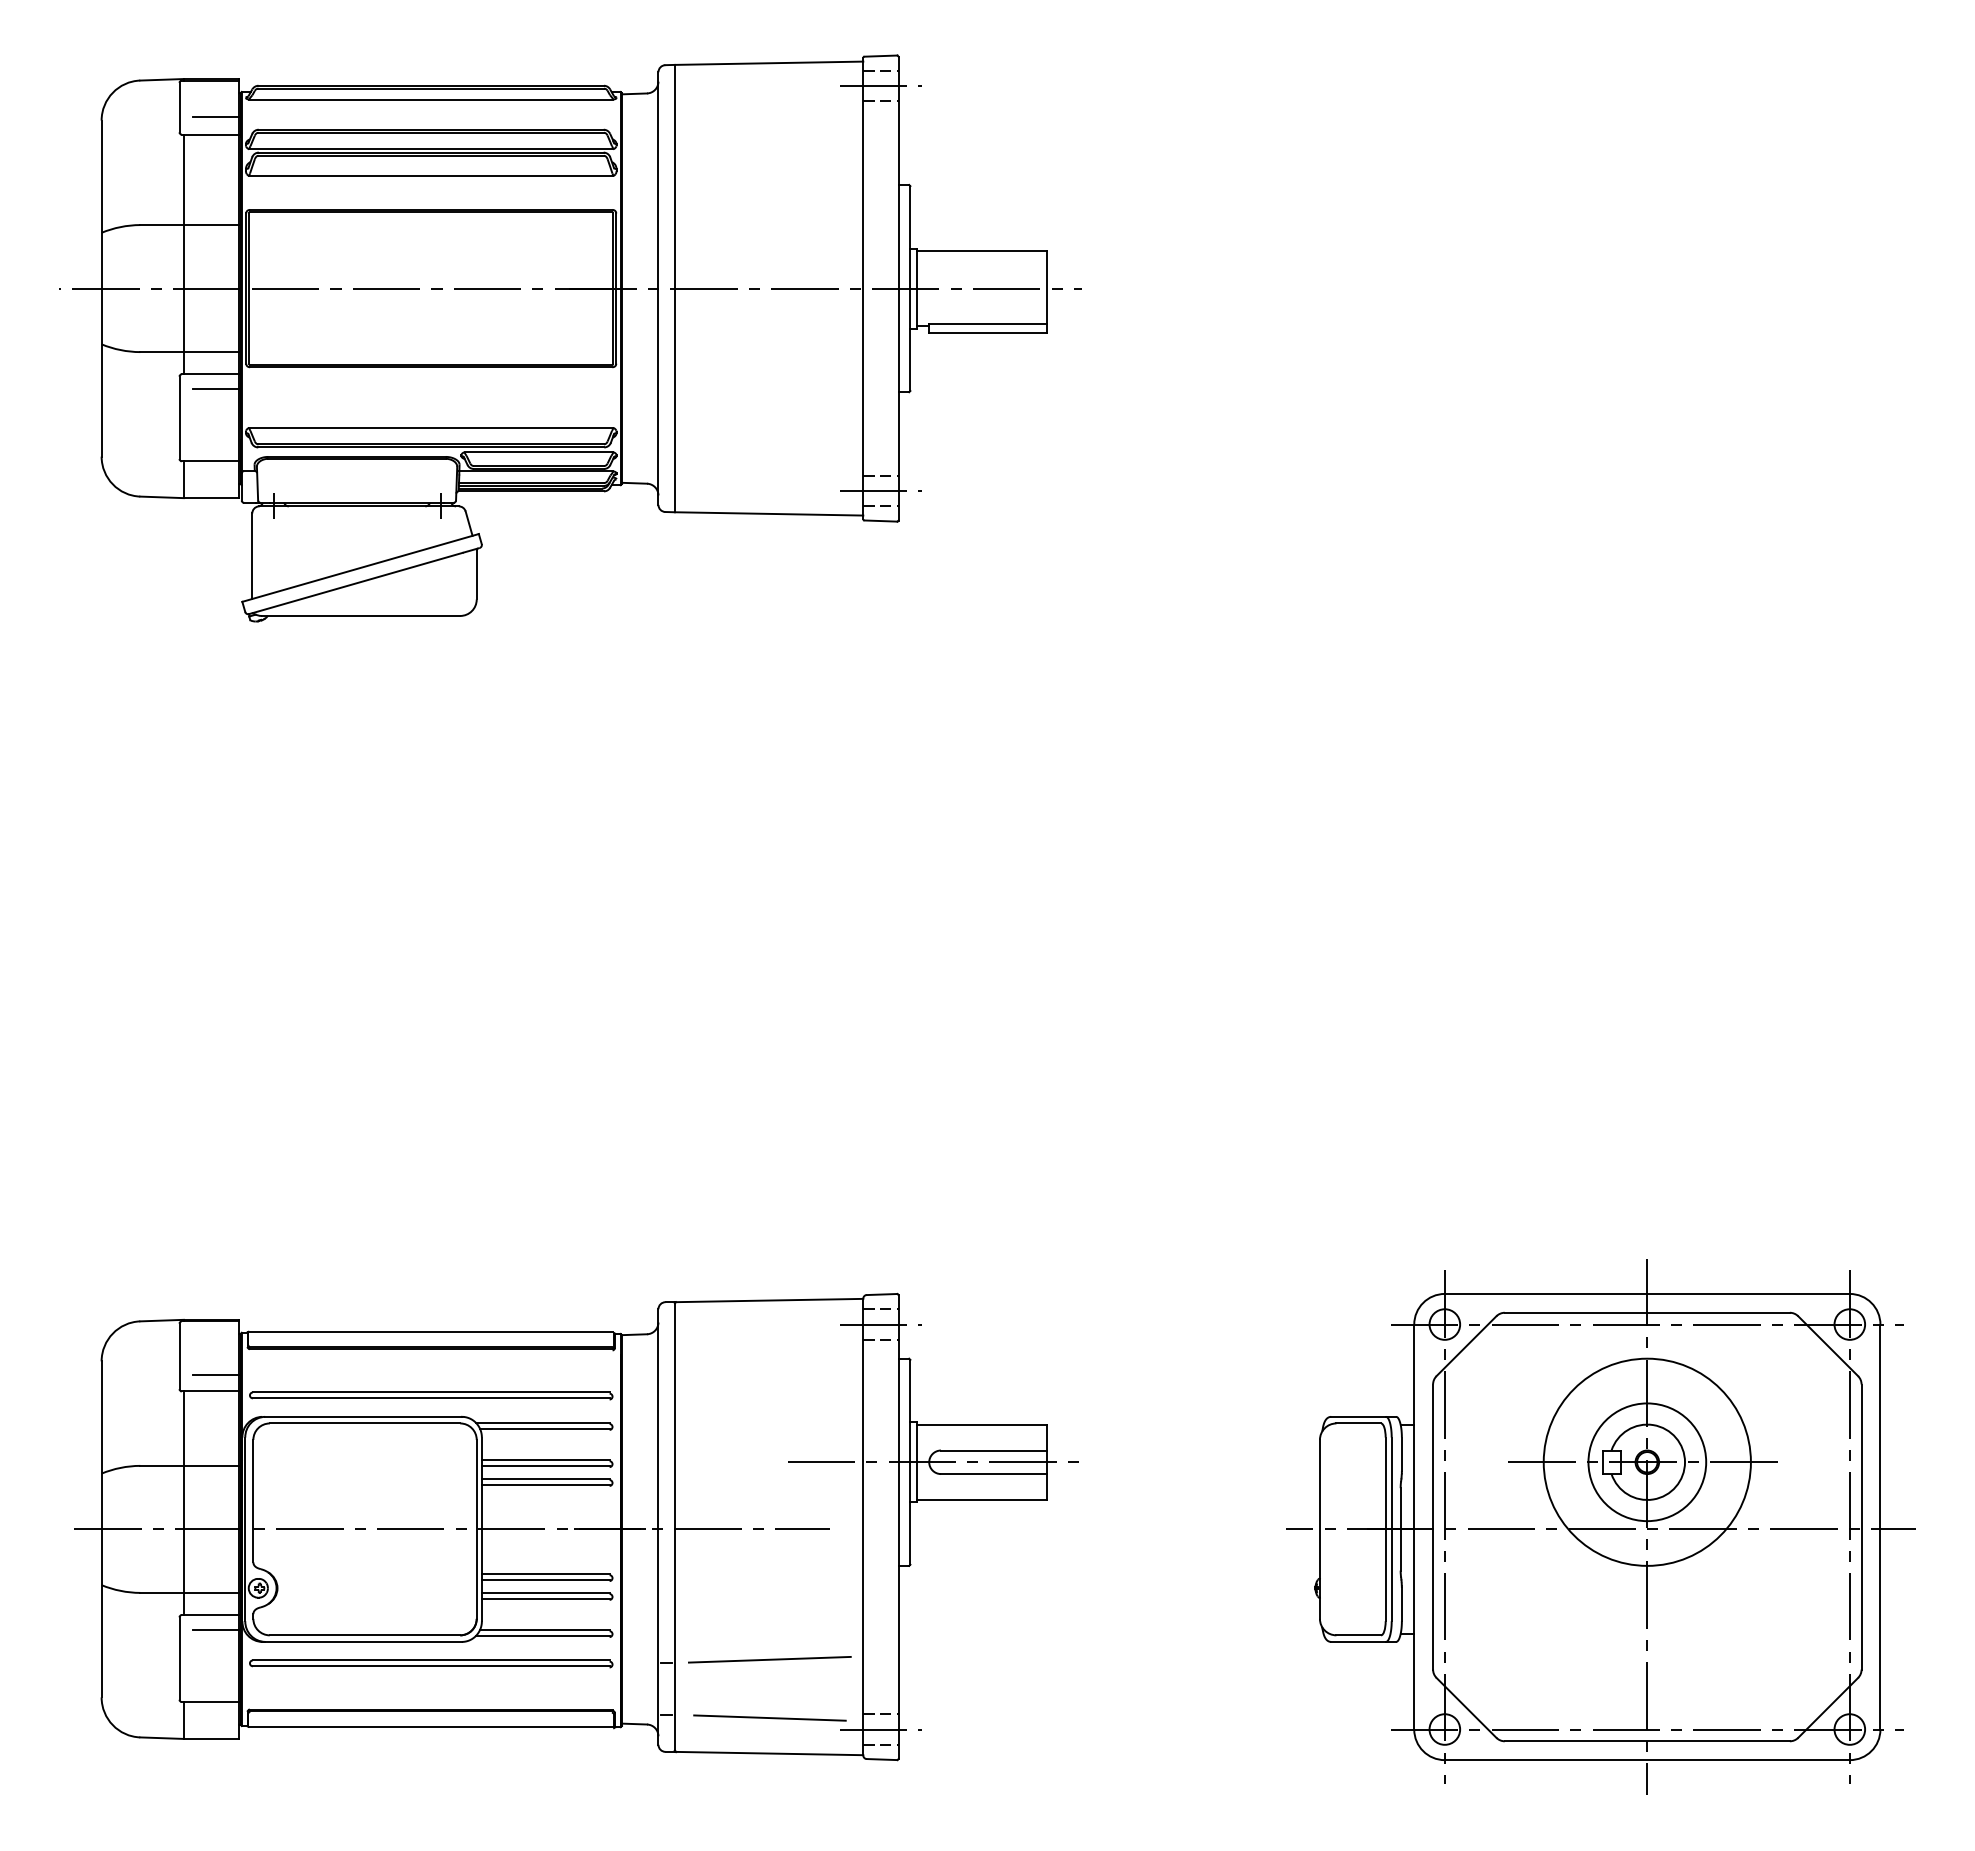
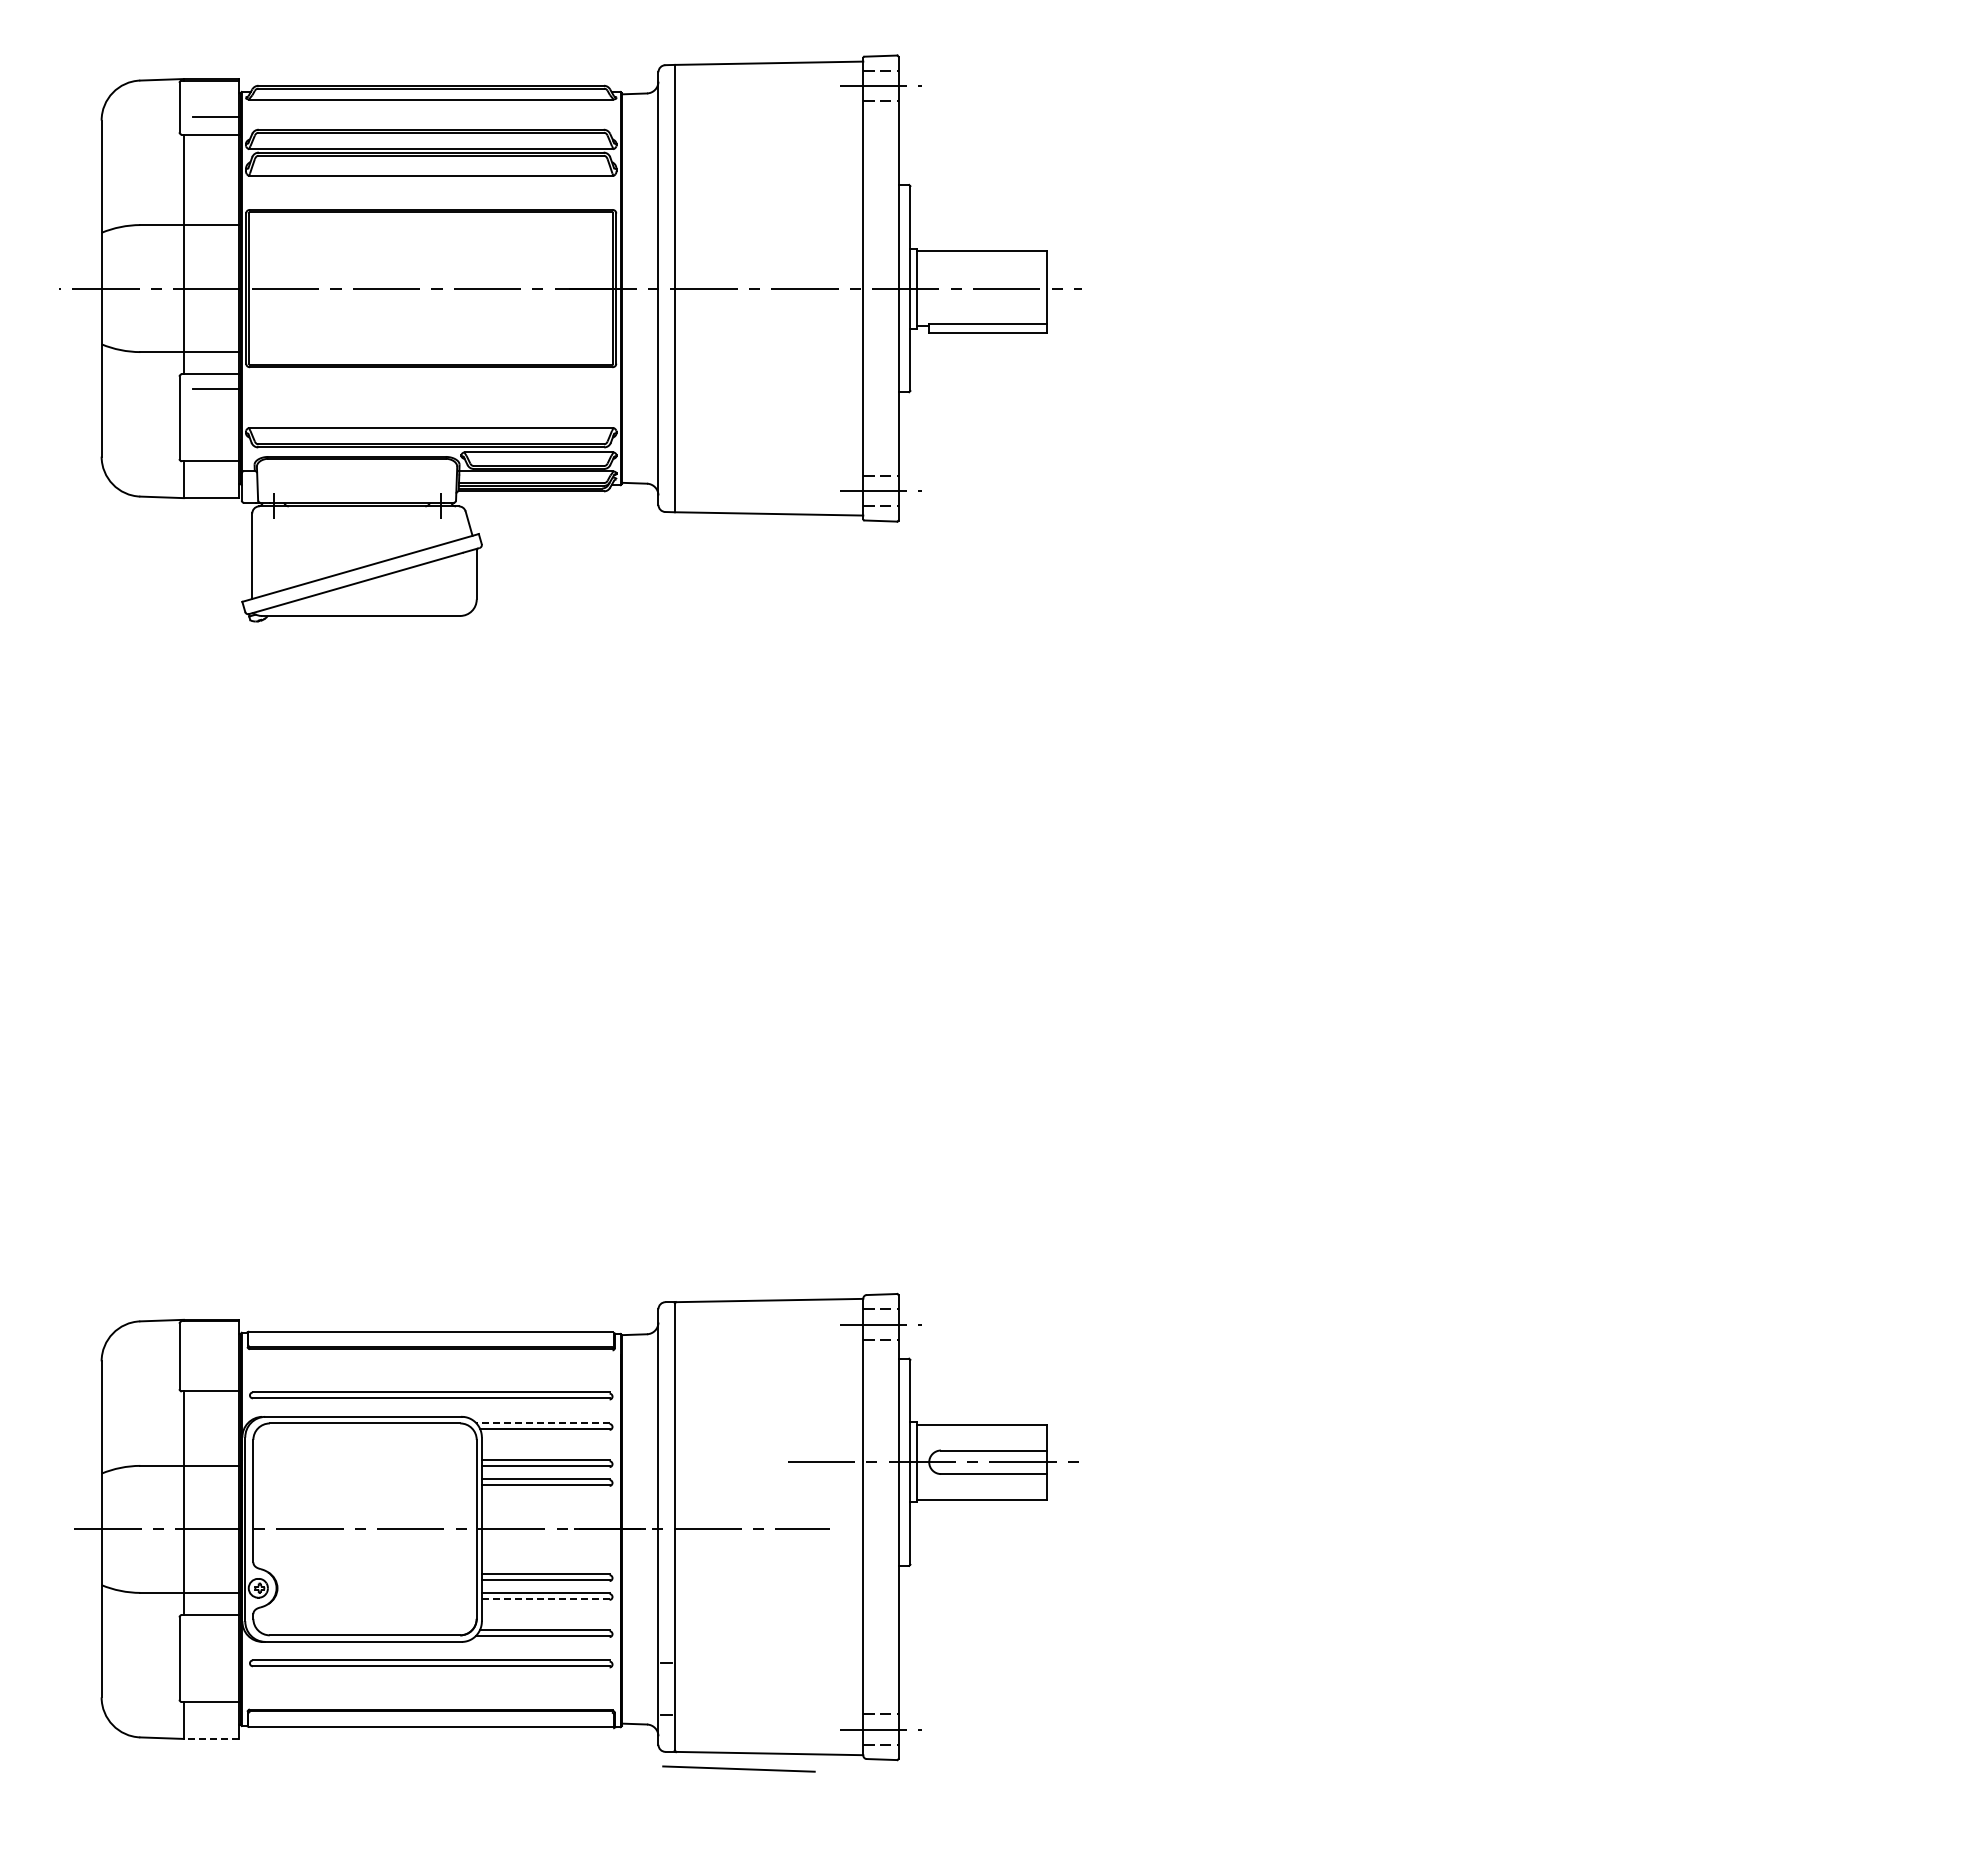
line at (216, 1375): present -> none
line at (542, 1422): solid -> dashed
part at (1600, 1526): present -> none
line at (545, 1598): solid -> dashed
line at (216, 1629): present -> none
line at (769, 1659): present -> none
line at (769, 1717) position: (769, 1717) -> (738, 1768)
line at (211, 1738): solid -> dashed
